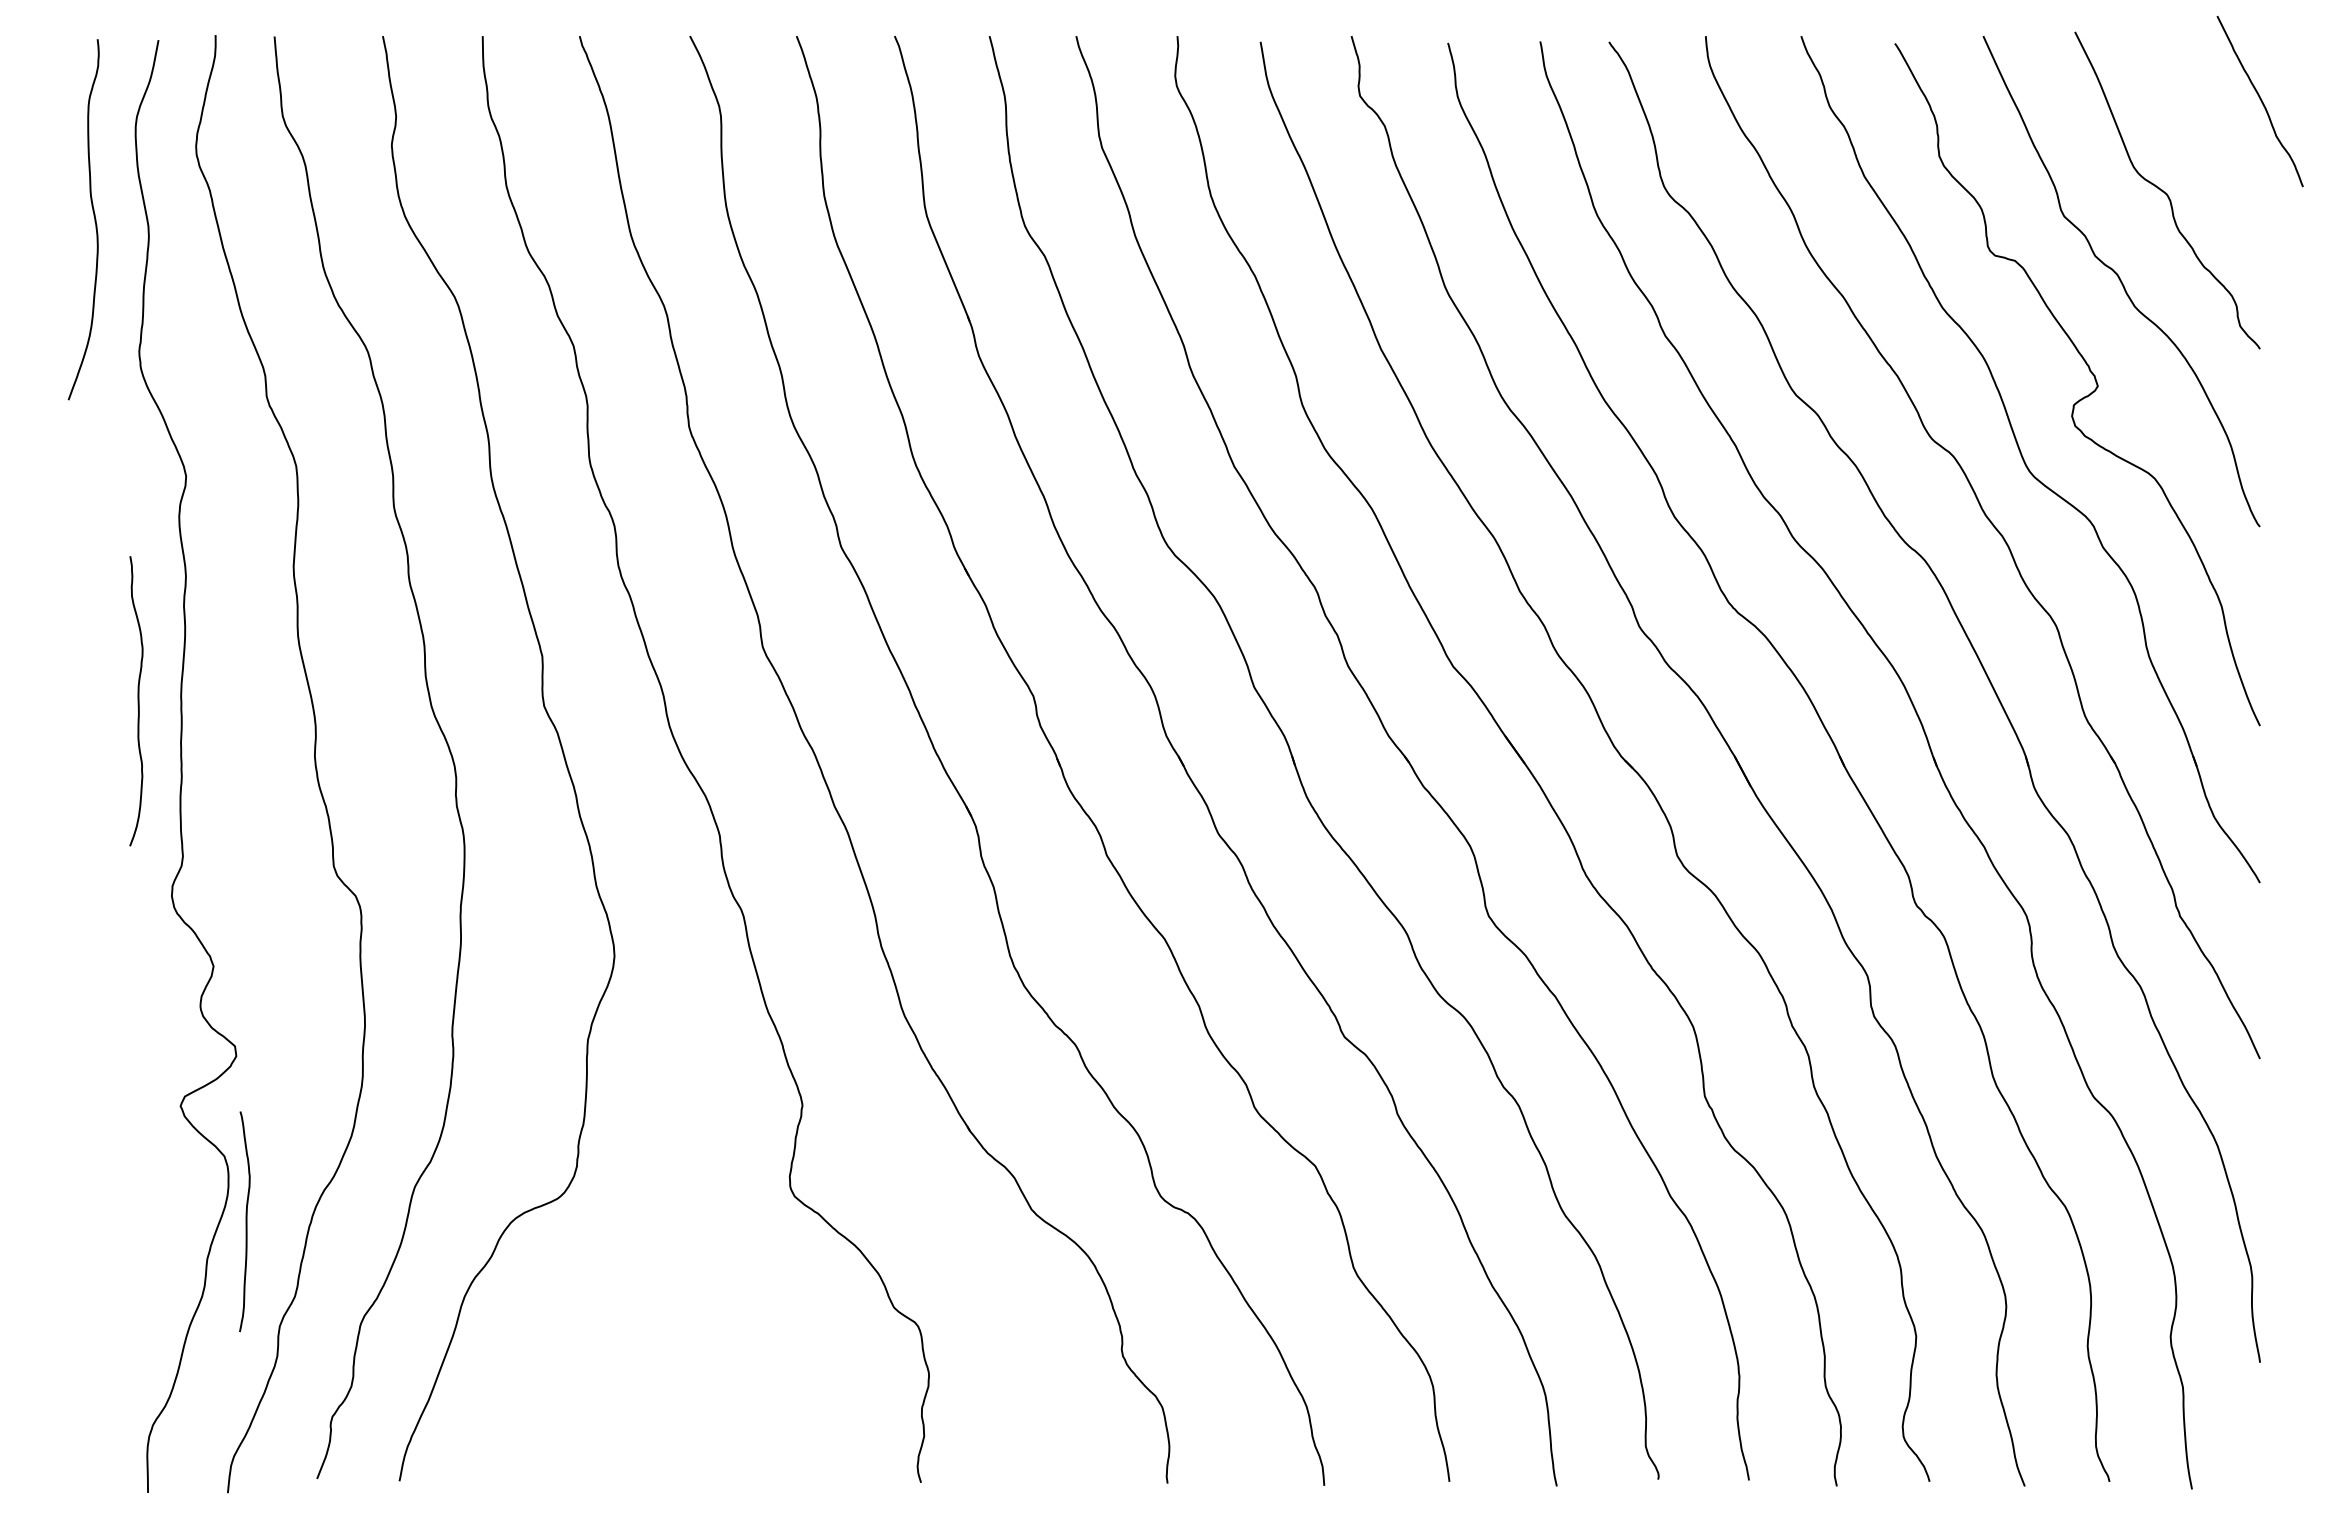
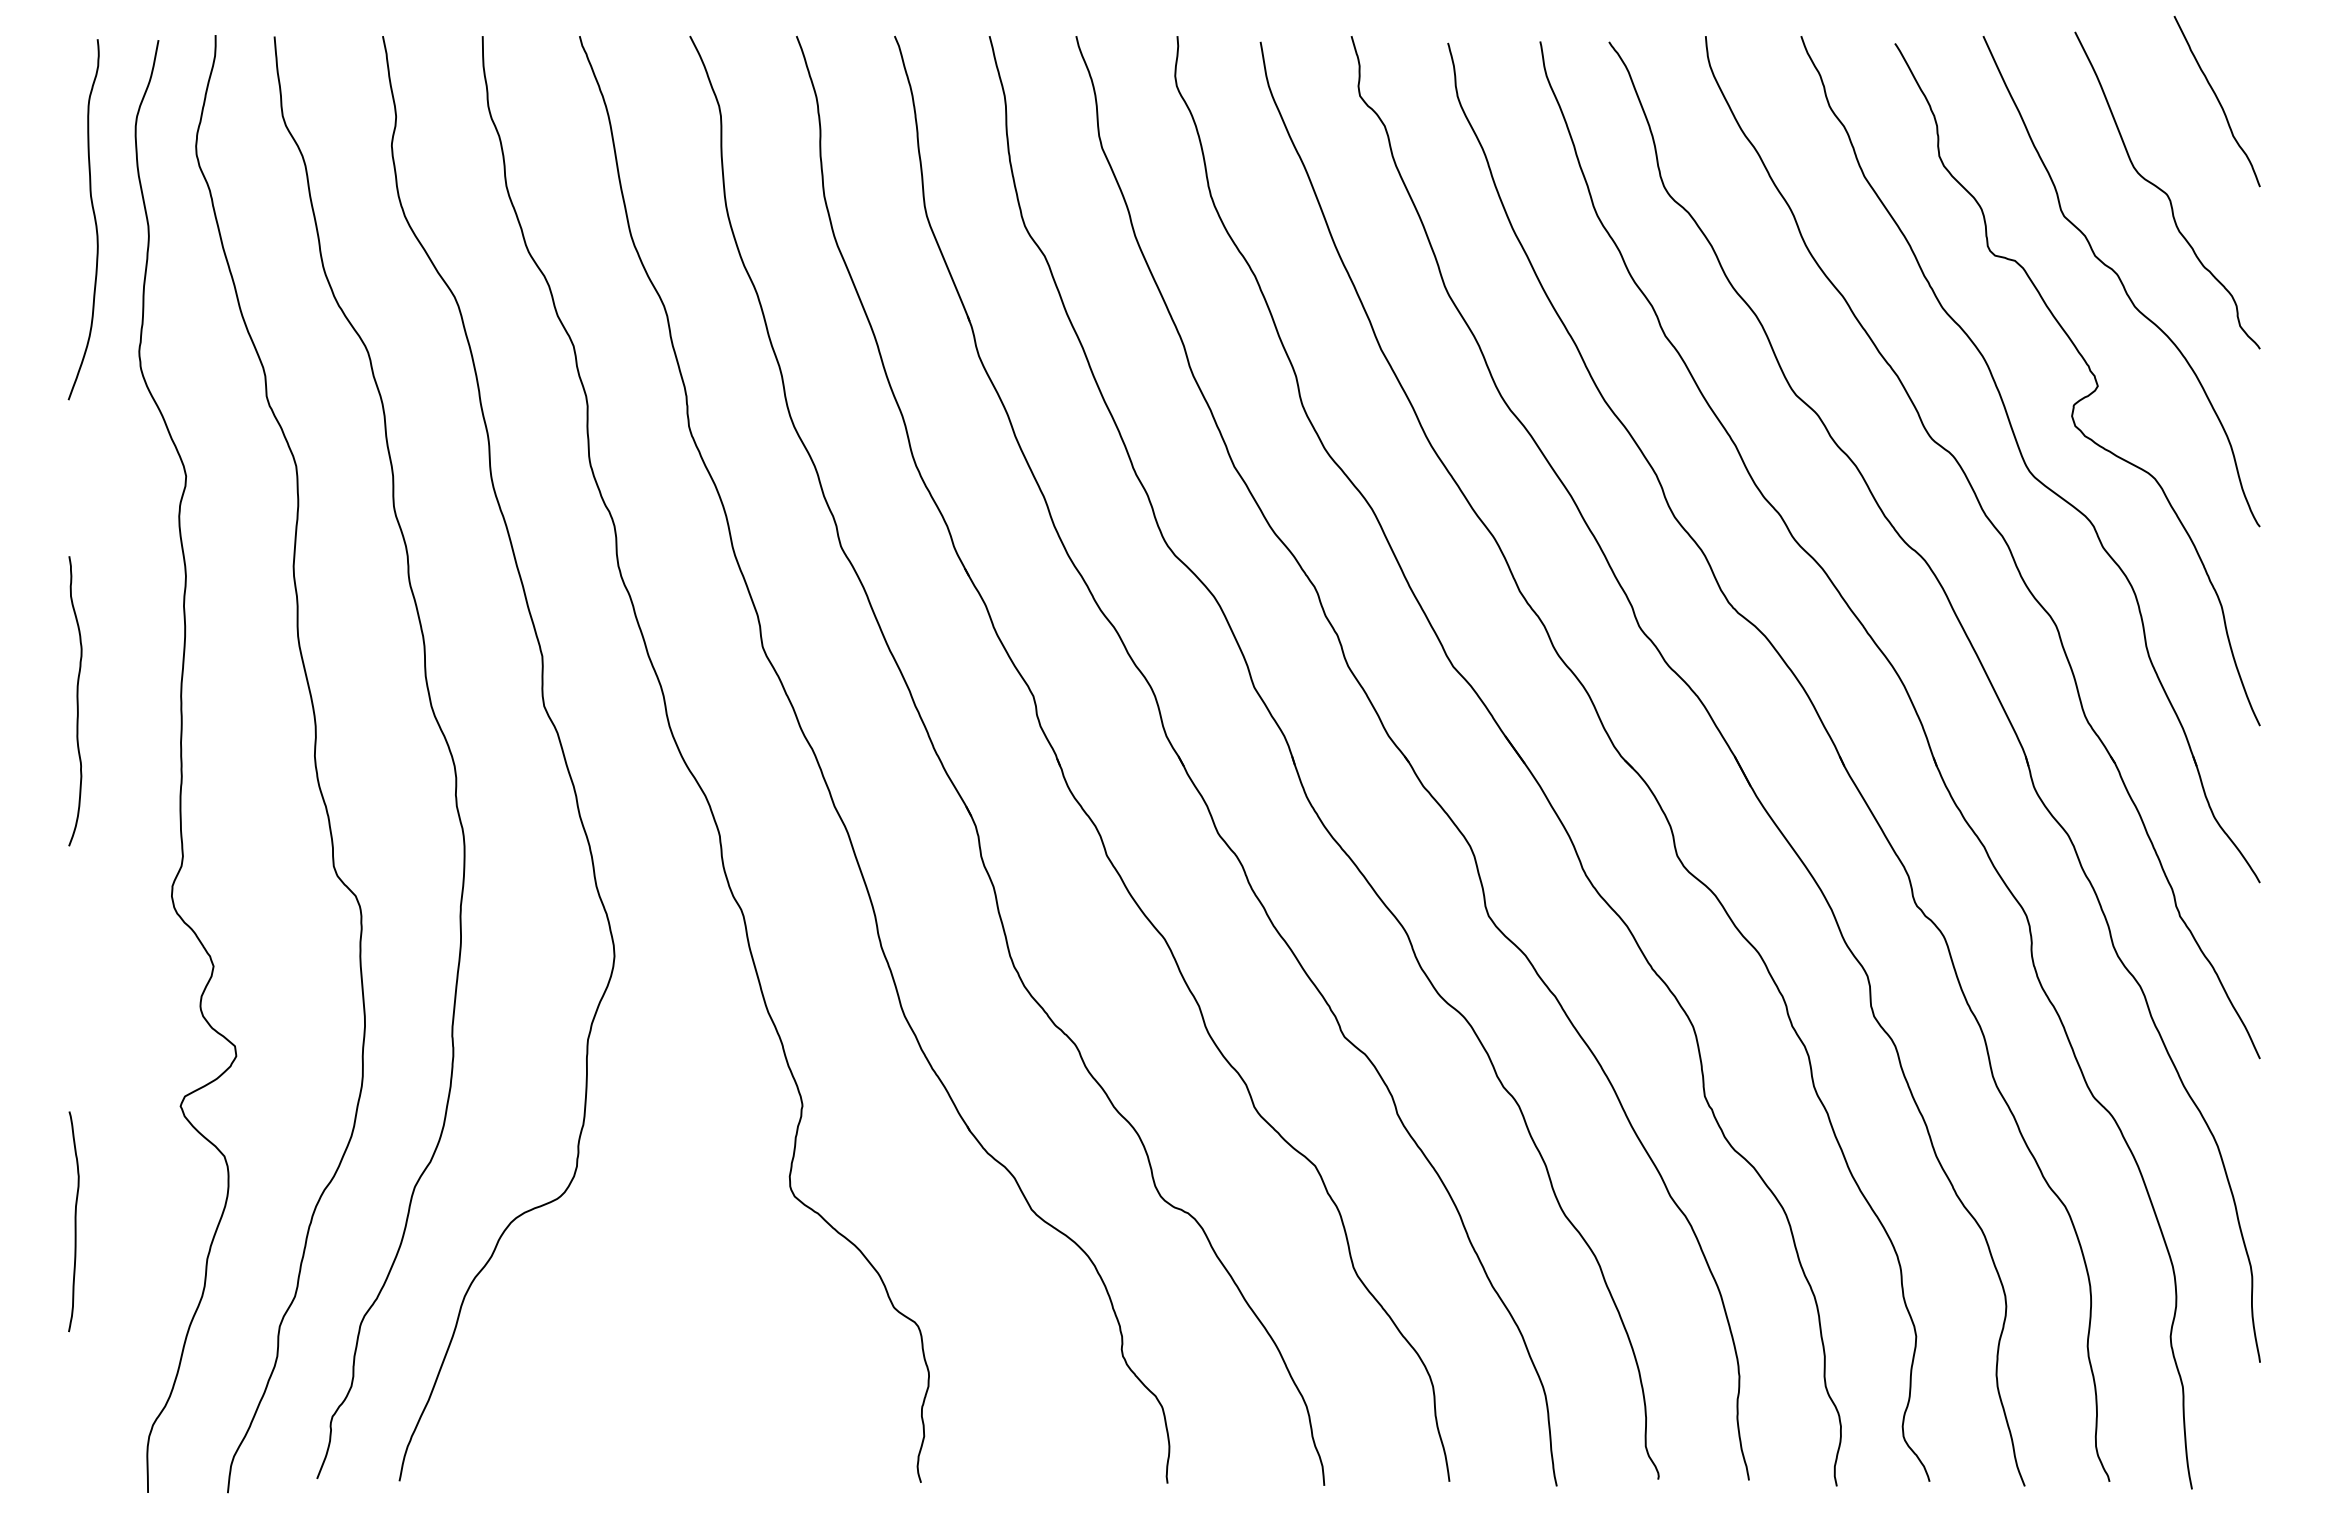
curve at (2260, 101) position: (2260, 101) -> (2217, 101)
curve at (137, 701) position: (137, 701) -> (76, 701)
curve at (245, 1221) position: (245, 1221) -> (74, 1221)
